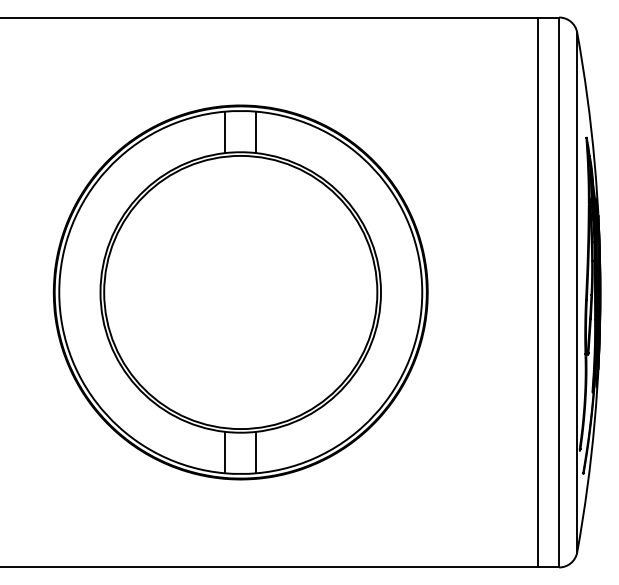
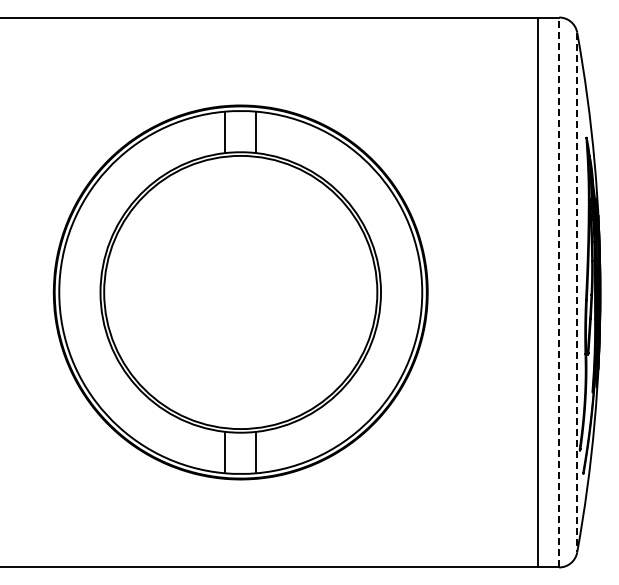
line at (559, 292): solid -> dashed
line at (577, 292): solid -> dashed
